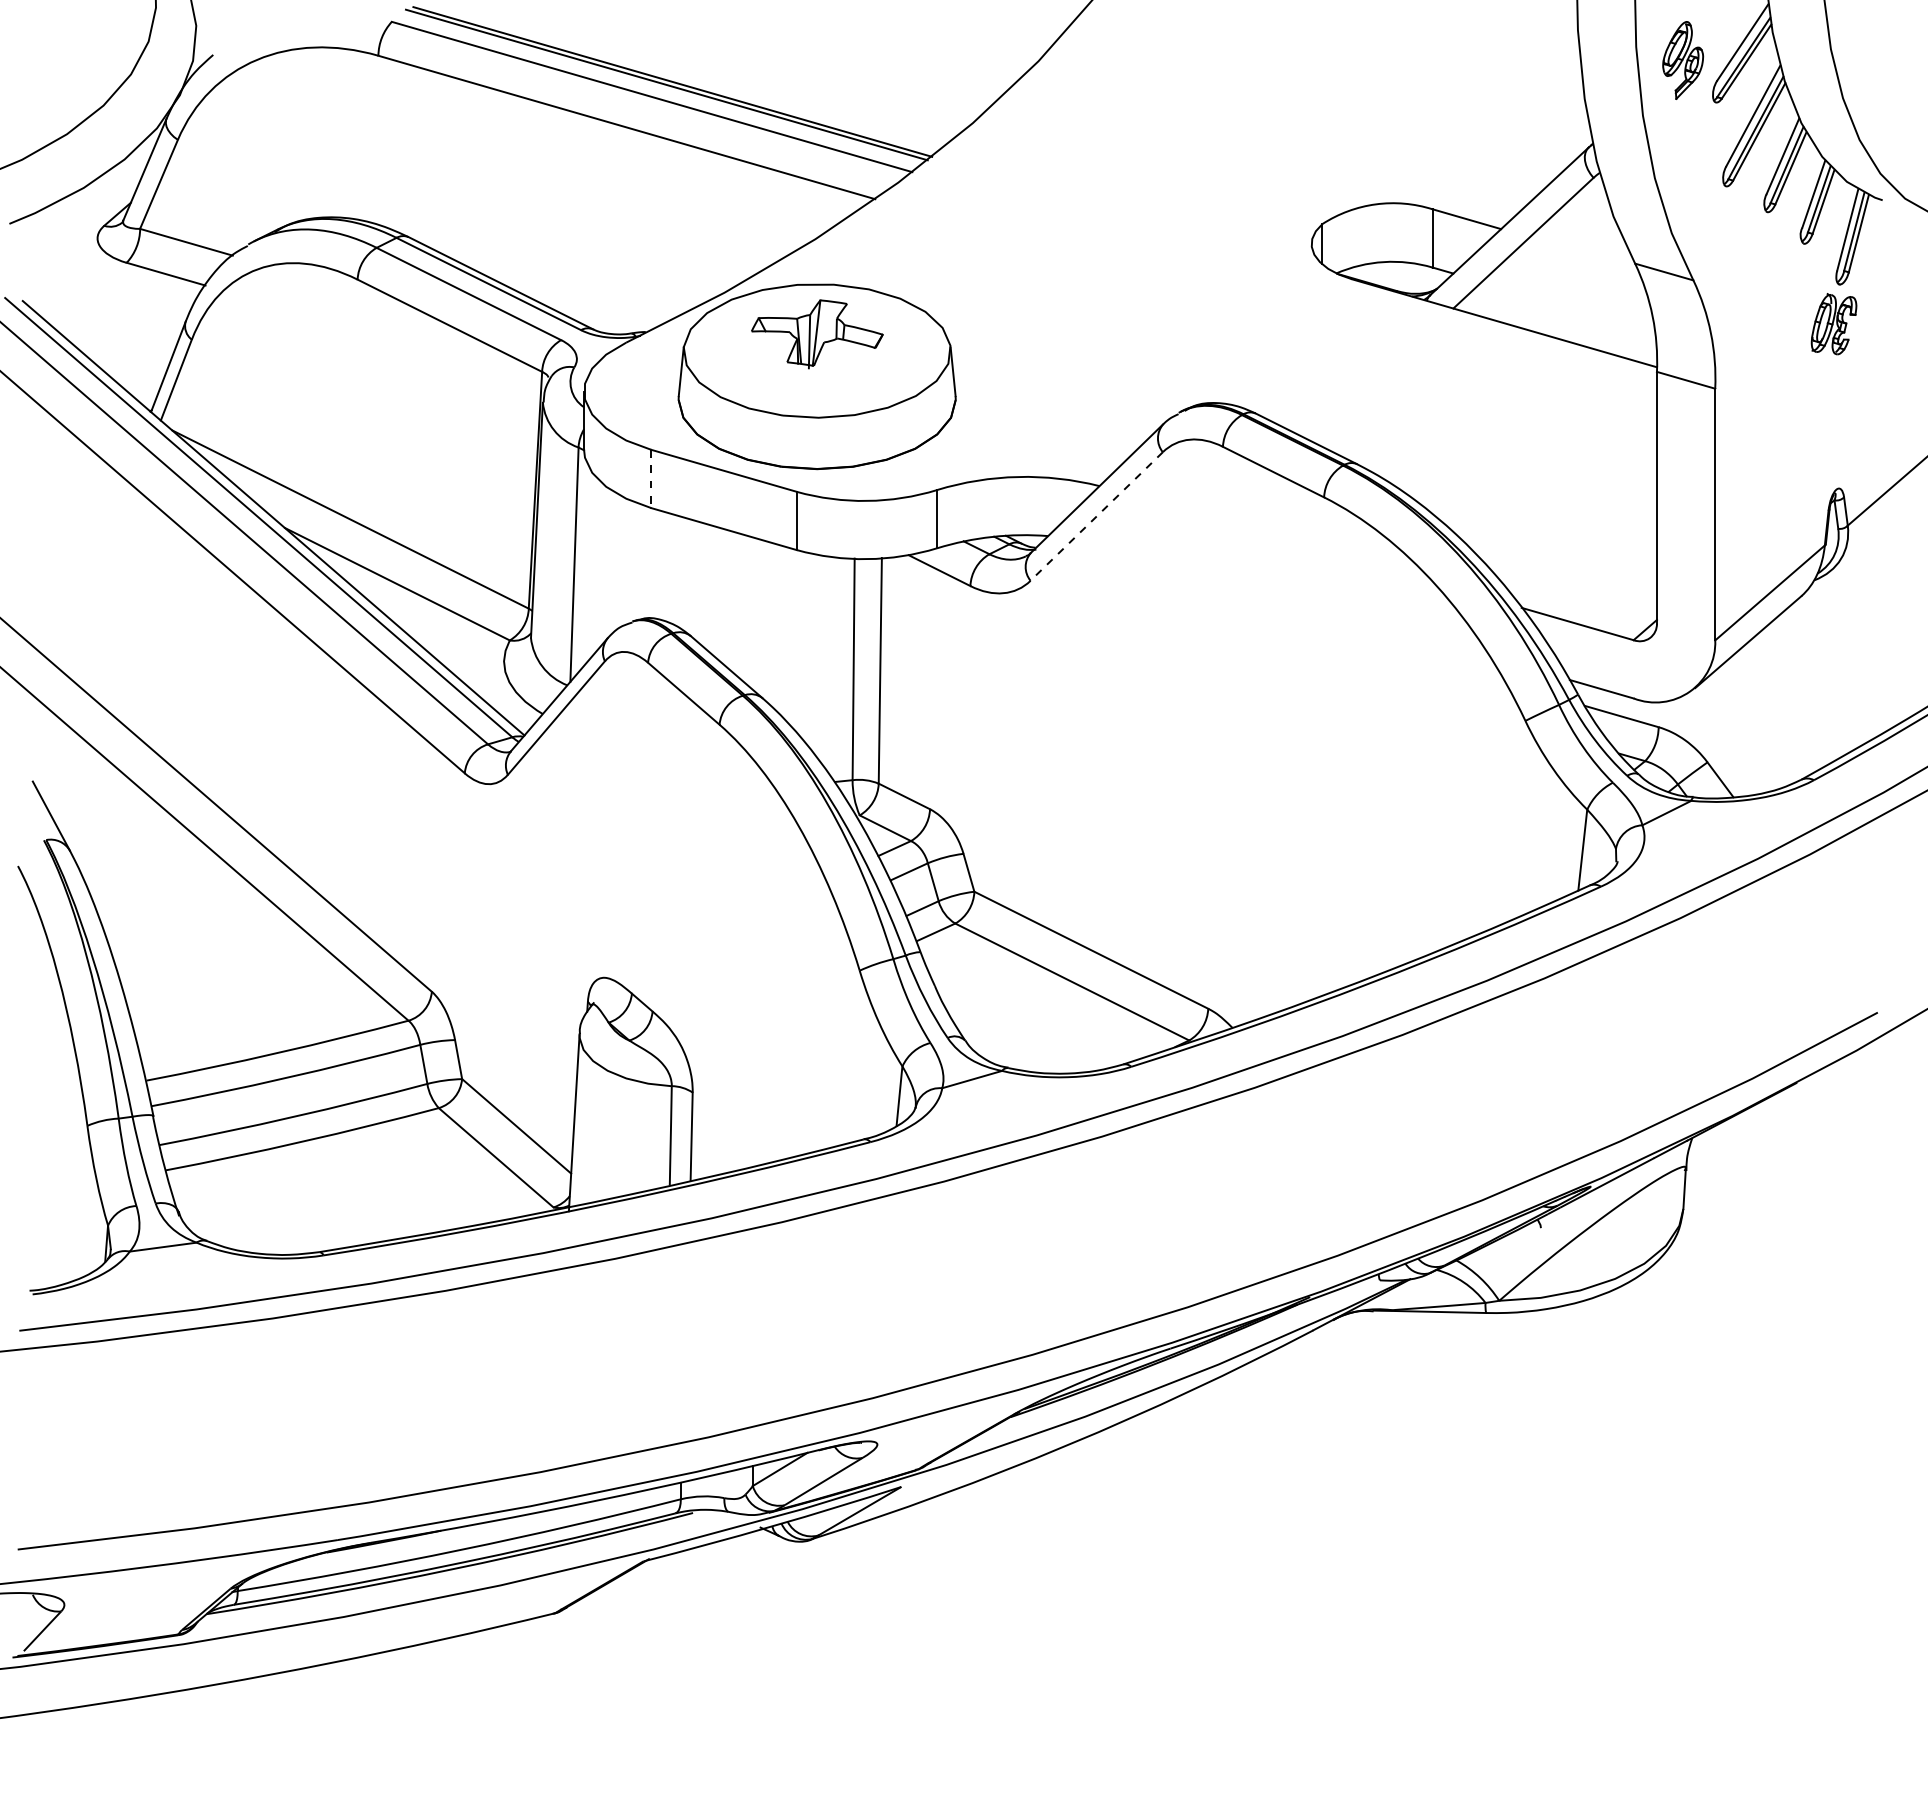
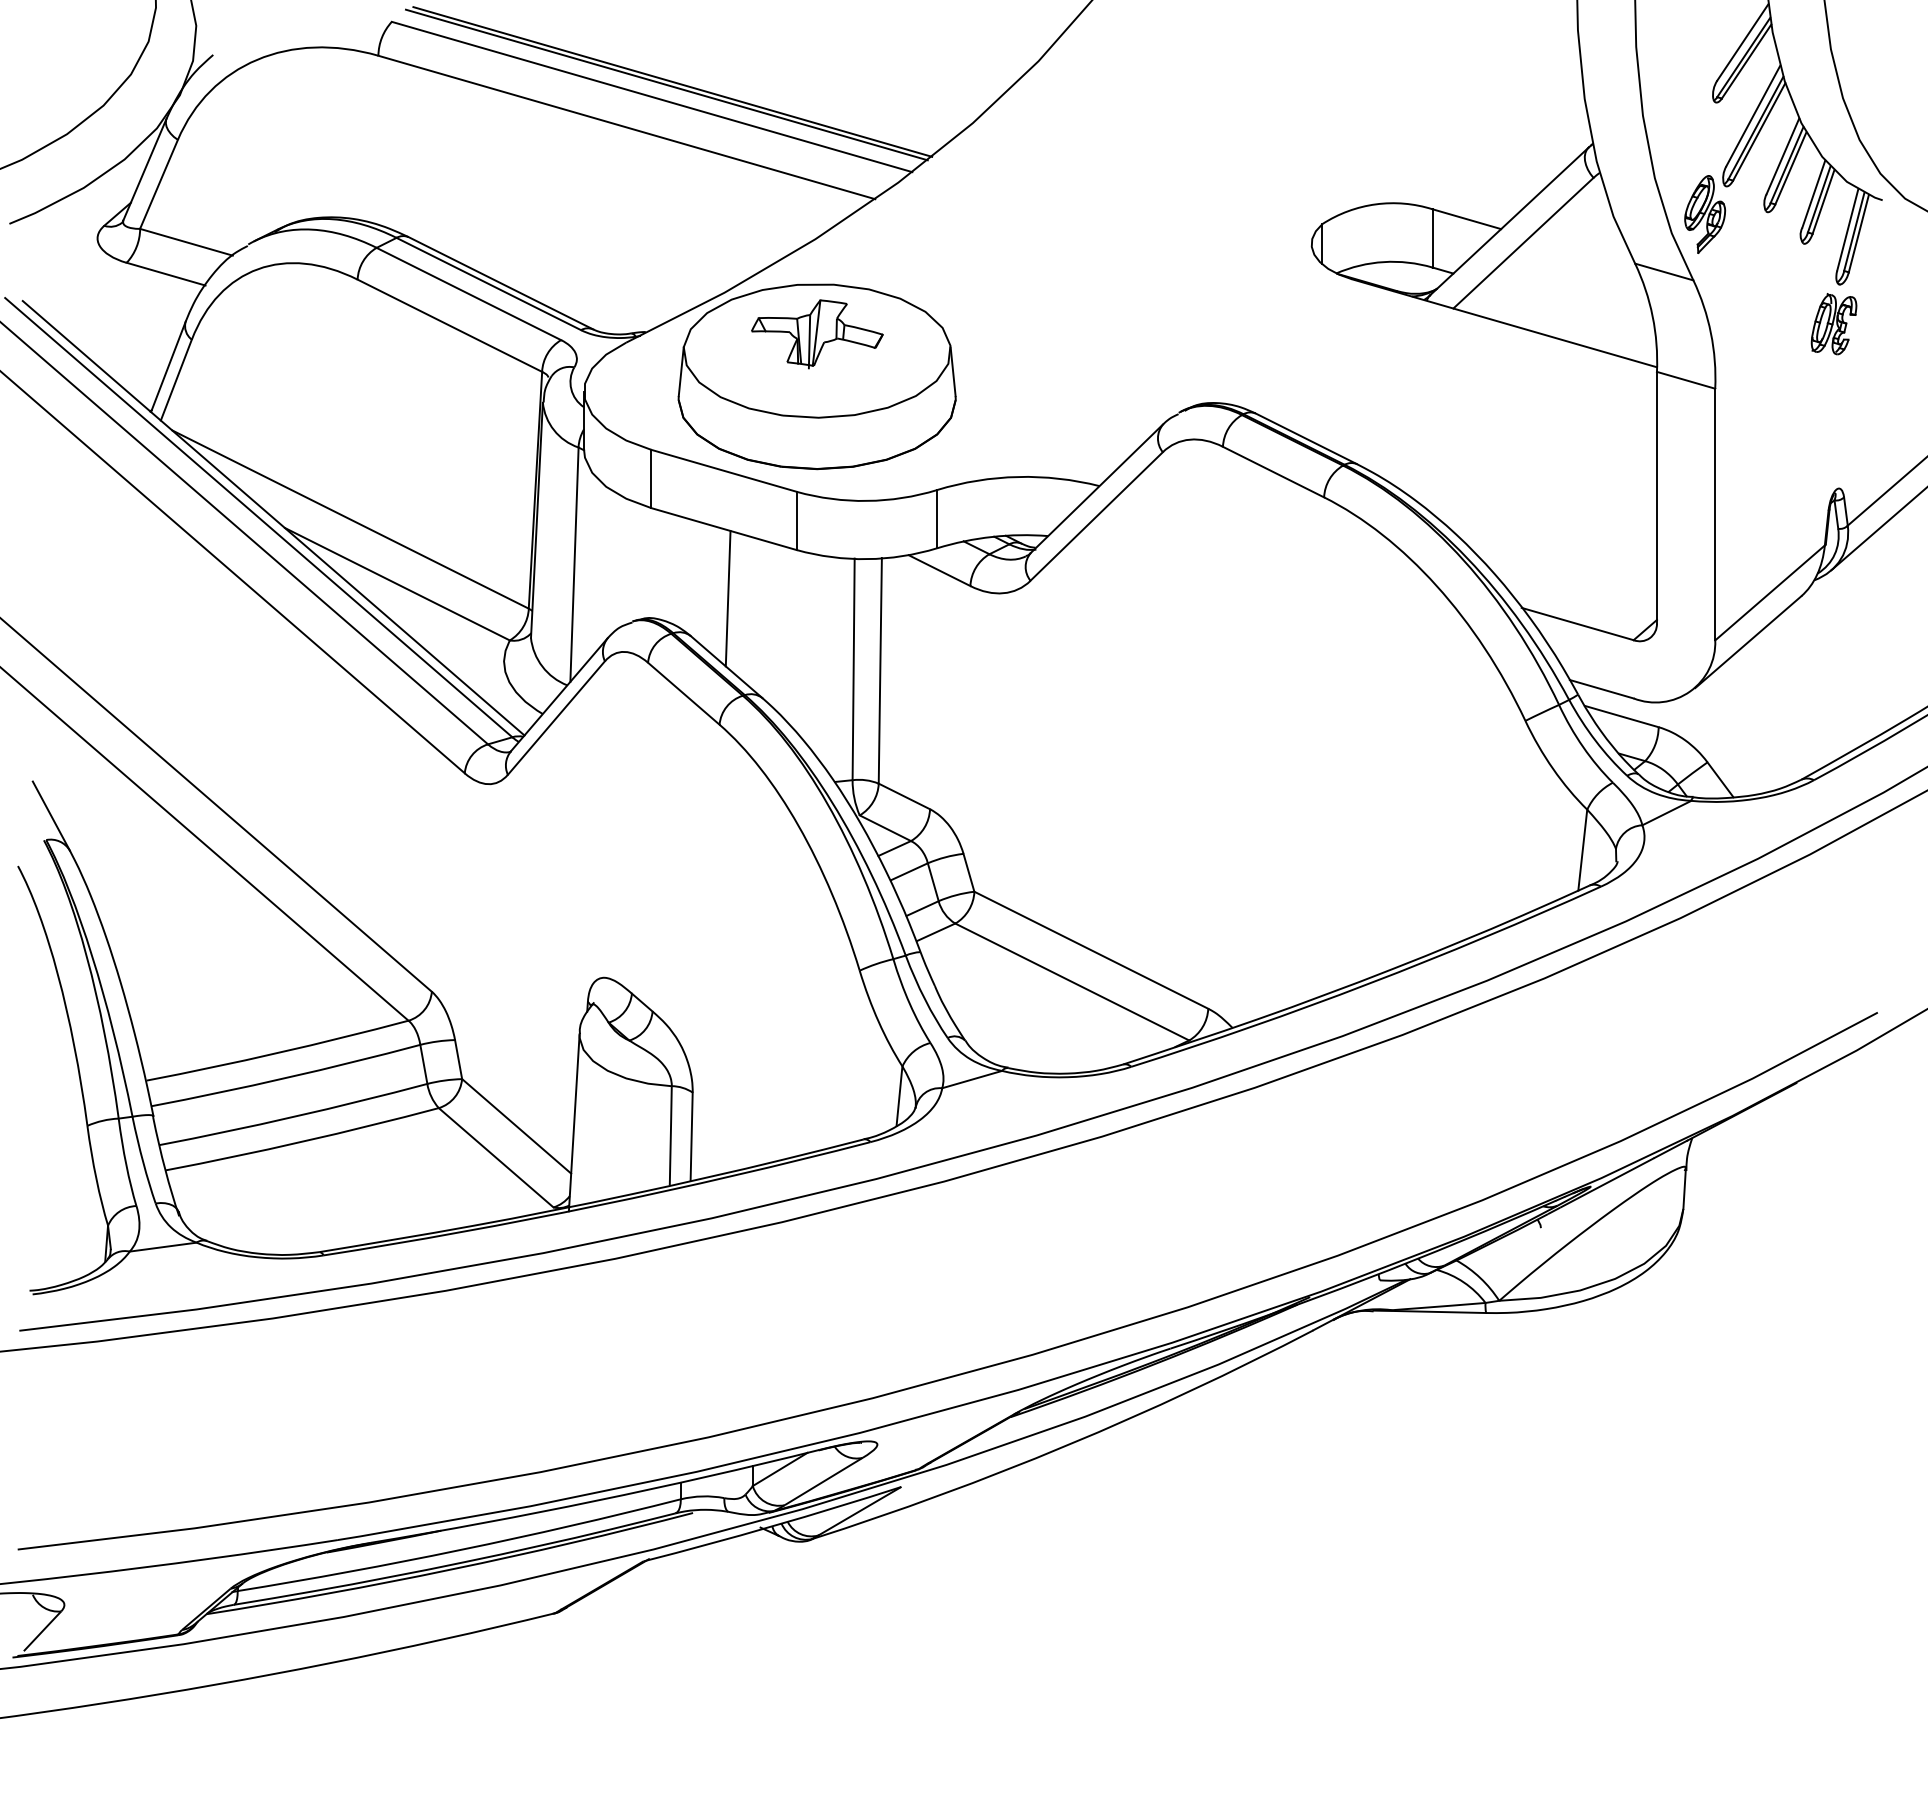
part at (1683, 60) position: (1683, 60) -> (1705, 214)
line at (651, 479): dashed -> solid
line at (1096, 516): dashed -> solid
line at (1877, 529): none -> present
line at (727, 598): none -> present
